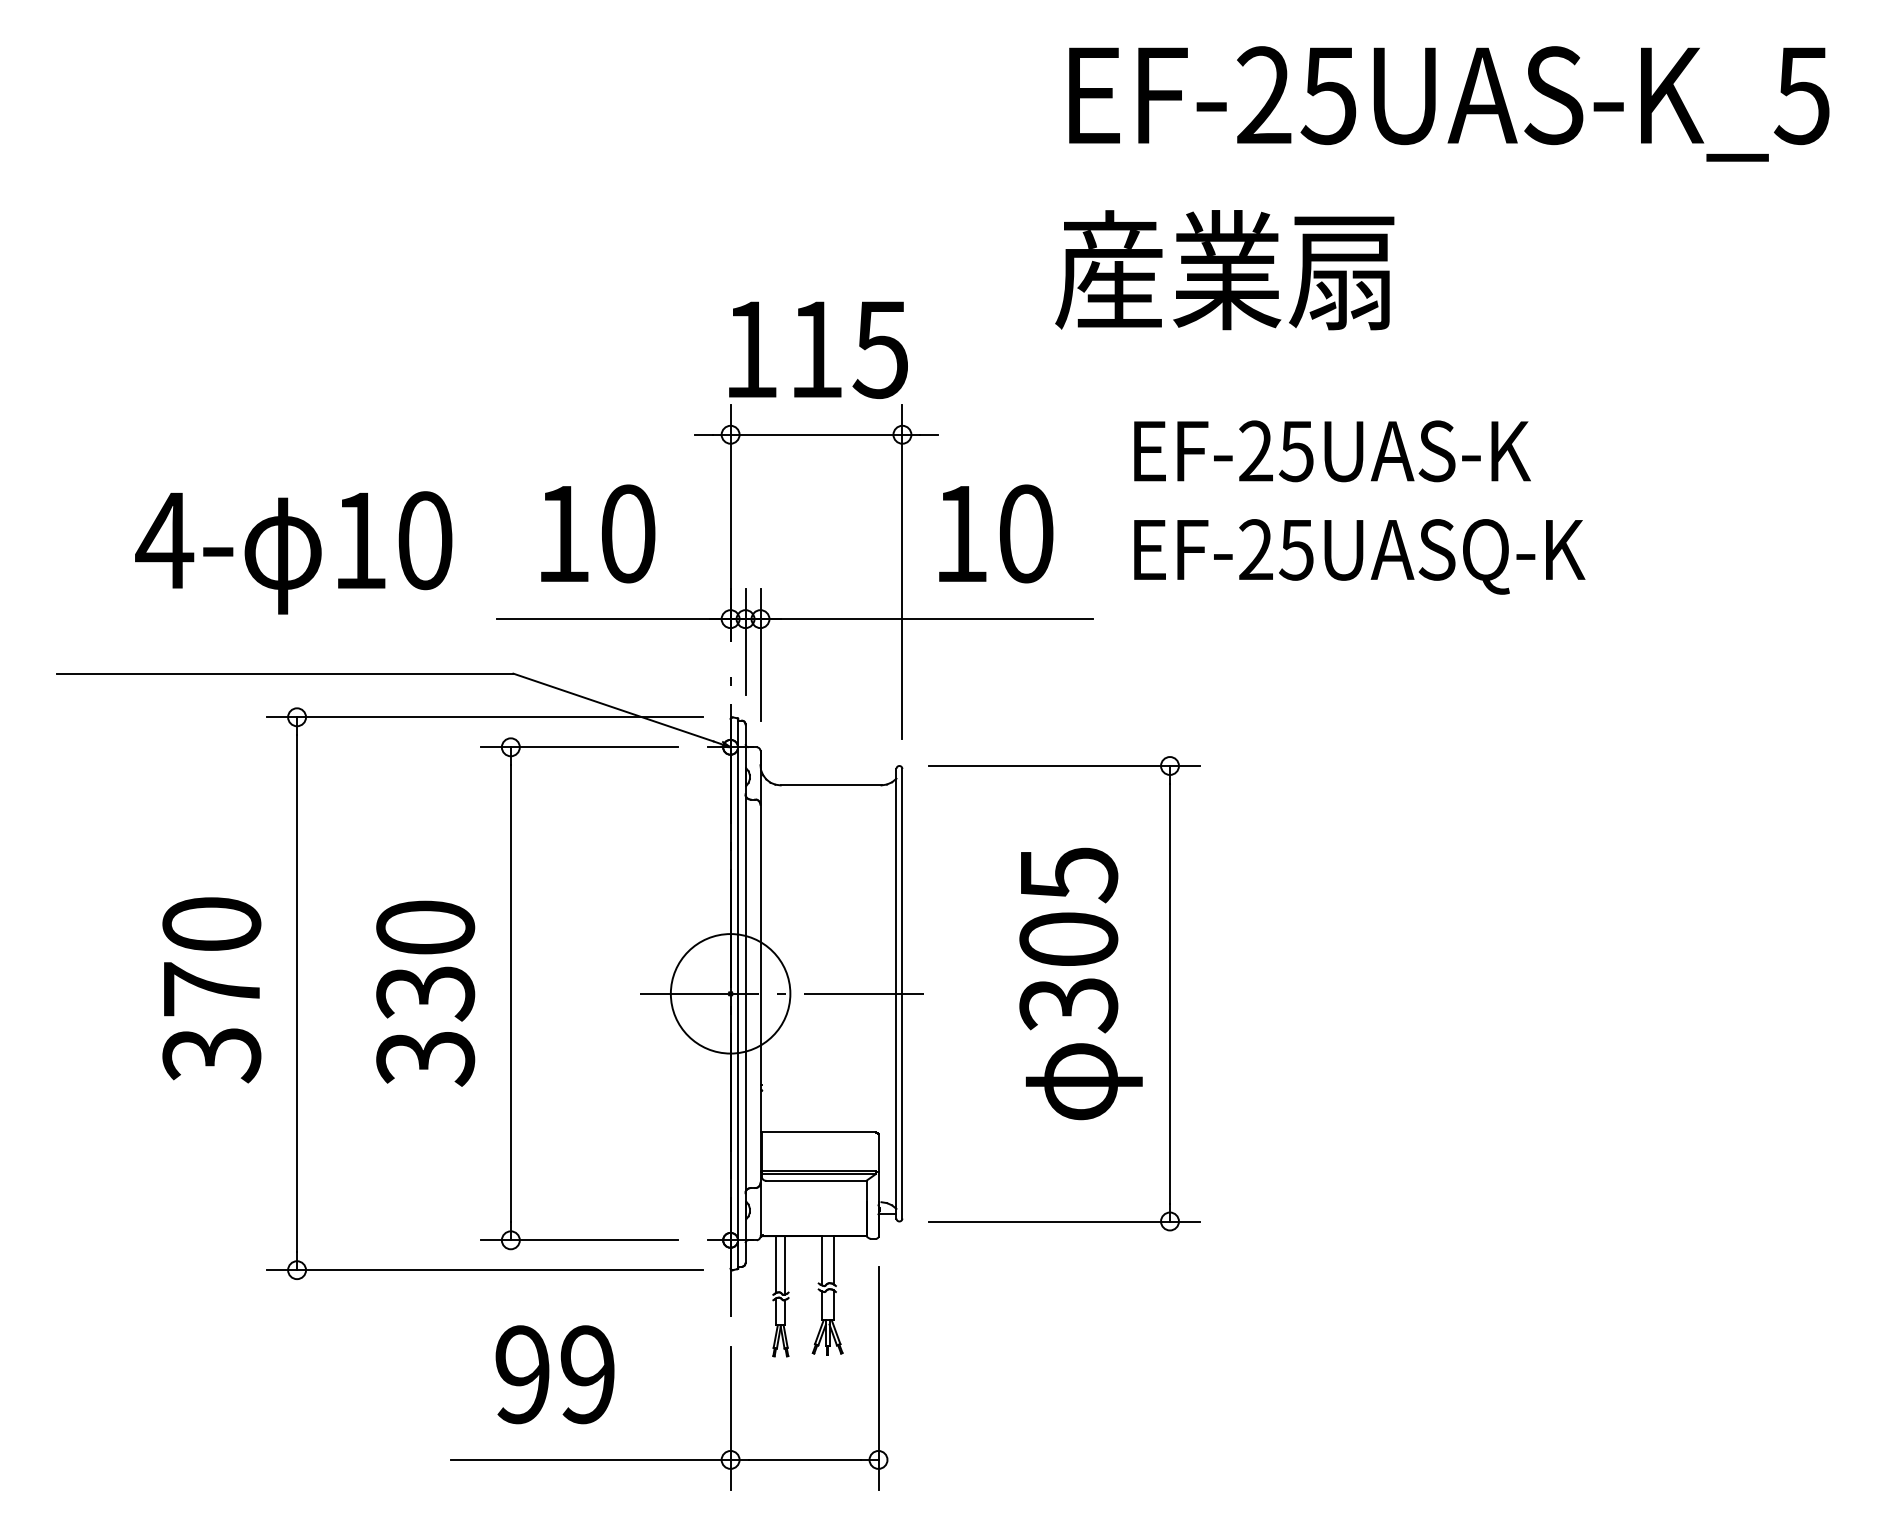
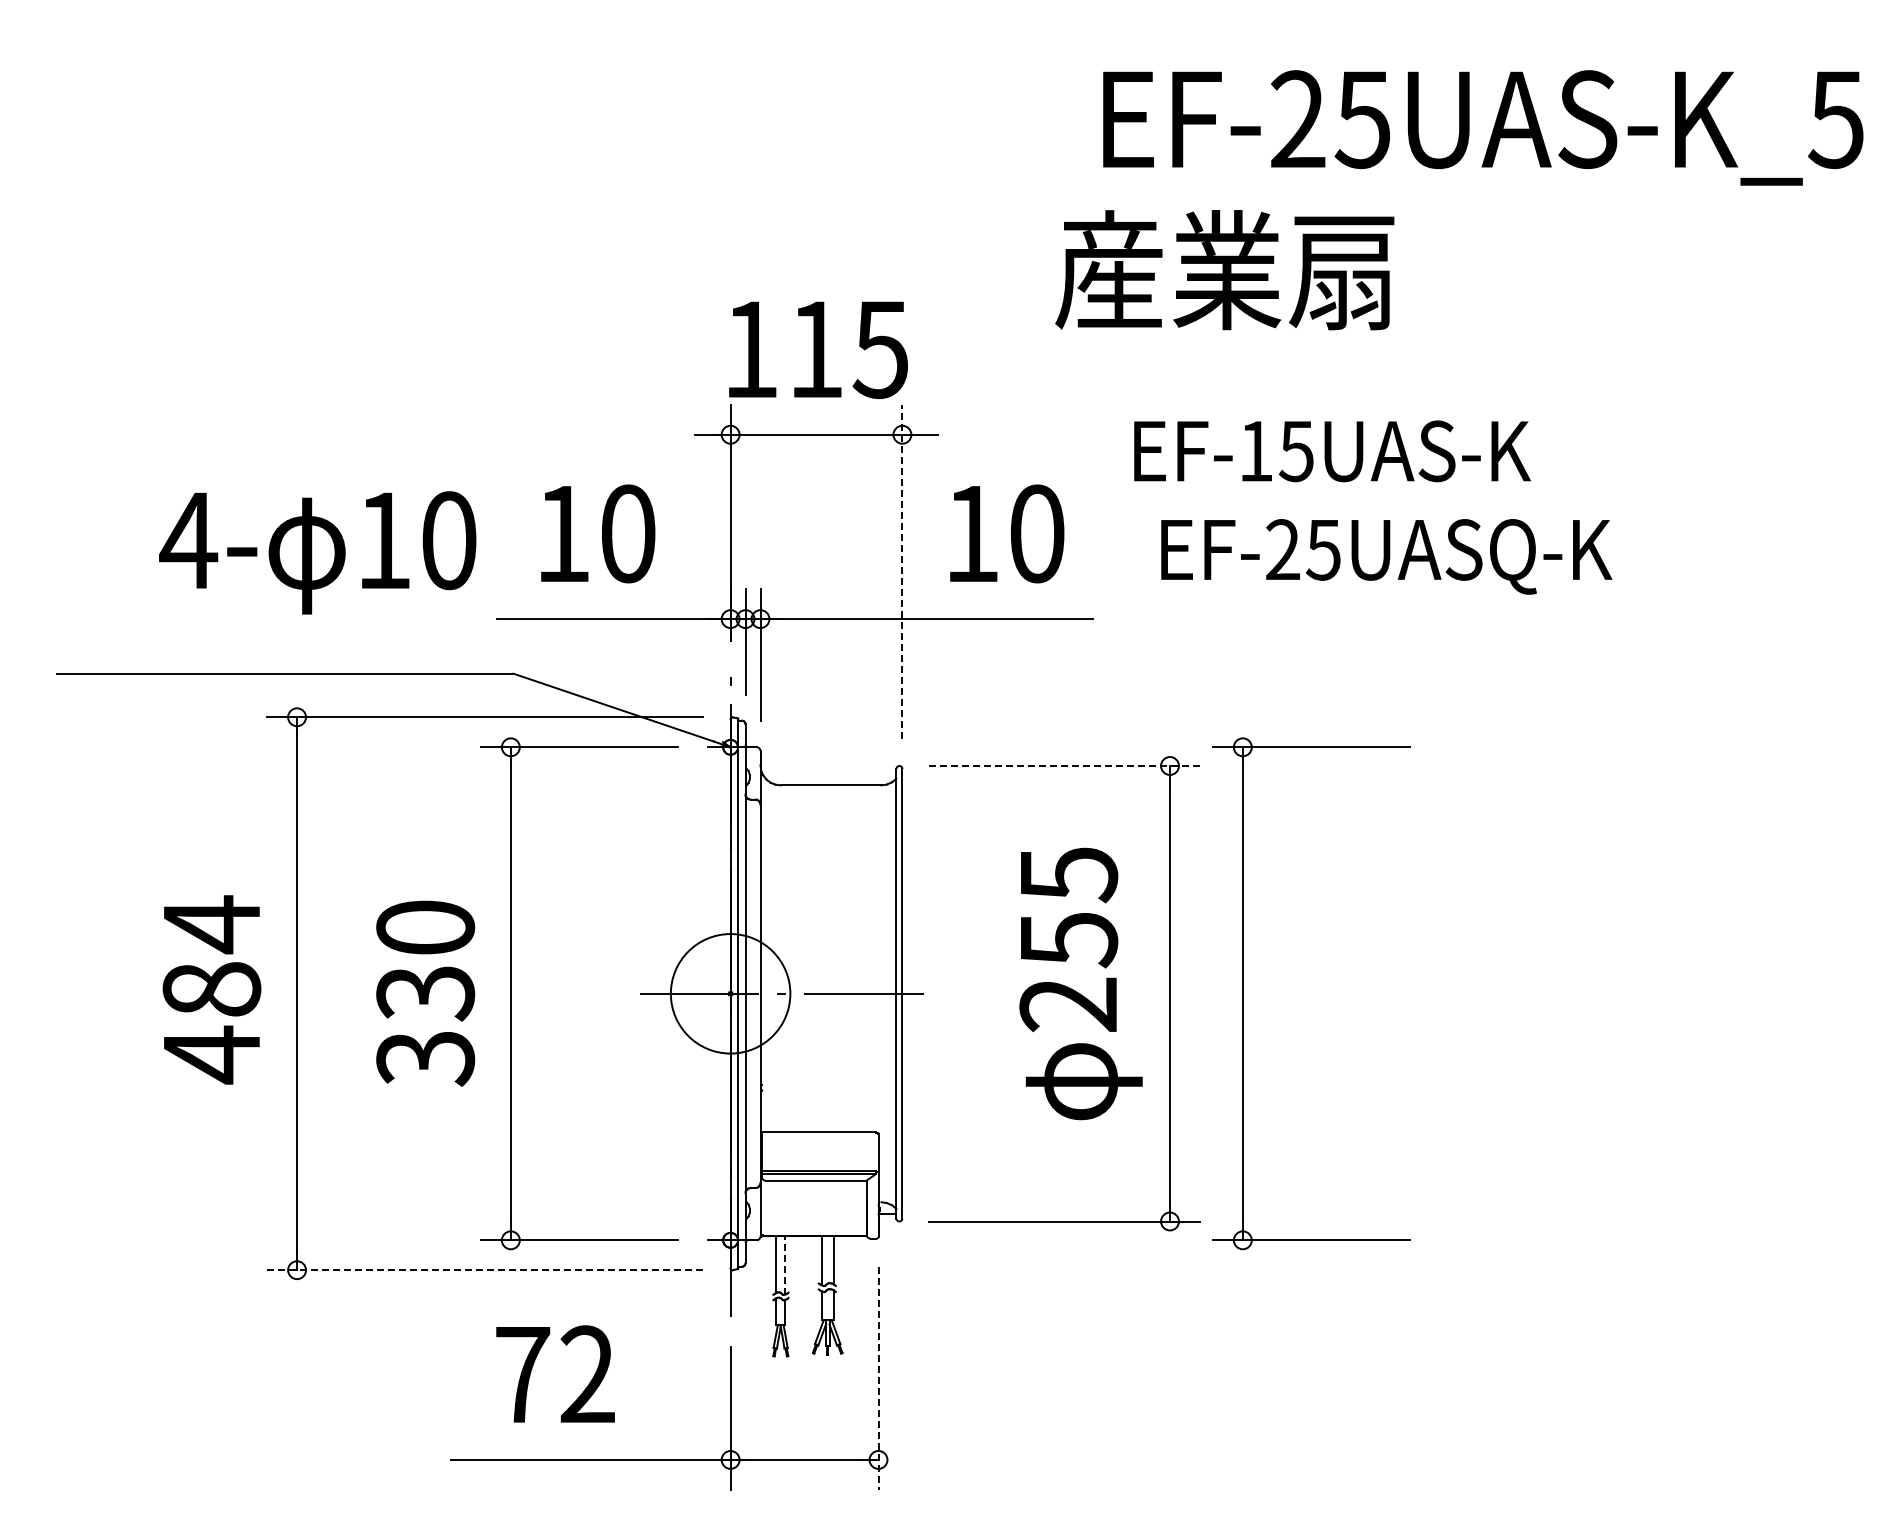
text at (1449, 103) position: (1449, 103) -> (1483, 127)
text at (1255, 450): EF-25UAS-K -> EF-15UAS-K
text at (996, 533) position: (996, 533) -> (1007, 533)
text at (293, 552) position: (293, 552) -> (317, 552)
text at (1359, 556) position: (1359, 556) -> (1386, 556)
line at (902, 571): solid -> dashed
line at (1065, 765): solid -> dashed
text at (1068, 972): 305 -> 255
text at (211, 989): 370 -> 484
part at (1243, 993): none -> present
line at (785, 1264): solid -> dashed
line at (484, 1270): solid -> dashed
text at (554, 1374): 99 -> 72
line at (878, 1378): solid -> dashed
